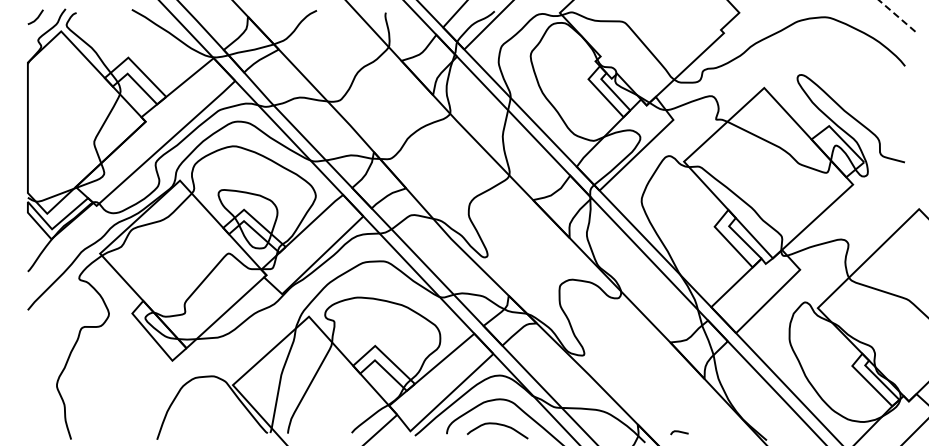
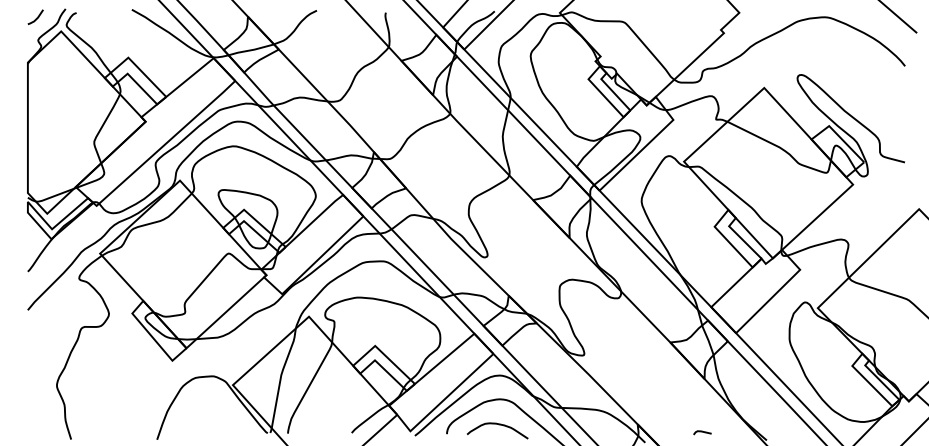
line at (898, 17): dashed -> solid
line at (679, 432) position: (679, 432) -> (702, 432)
